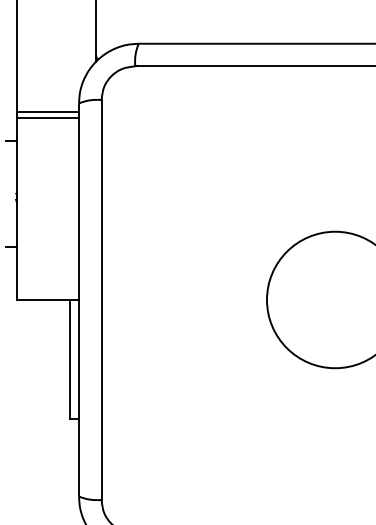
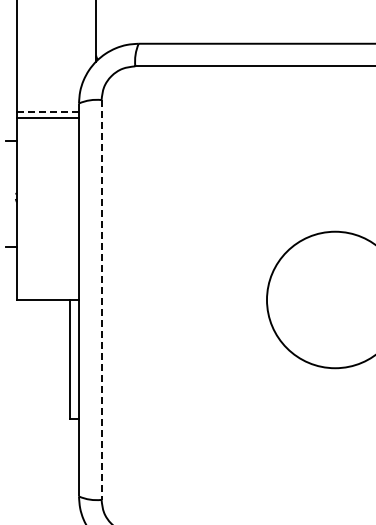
line at (48, 111): solid -> dashed
line at (101, 299): solid -> dashed
